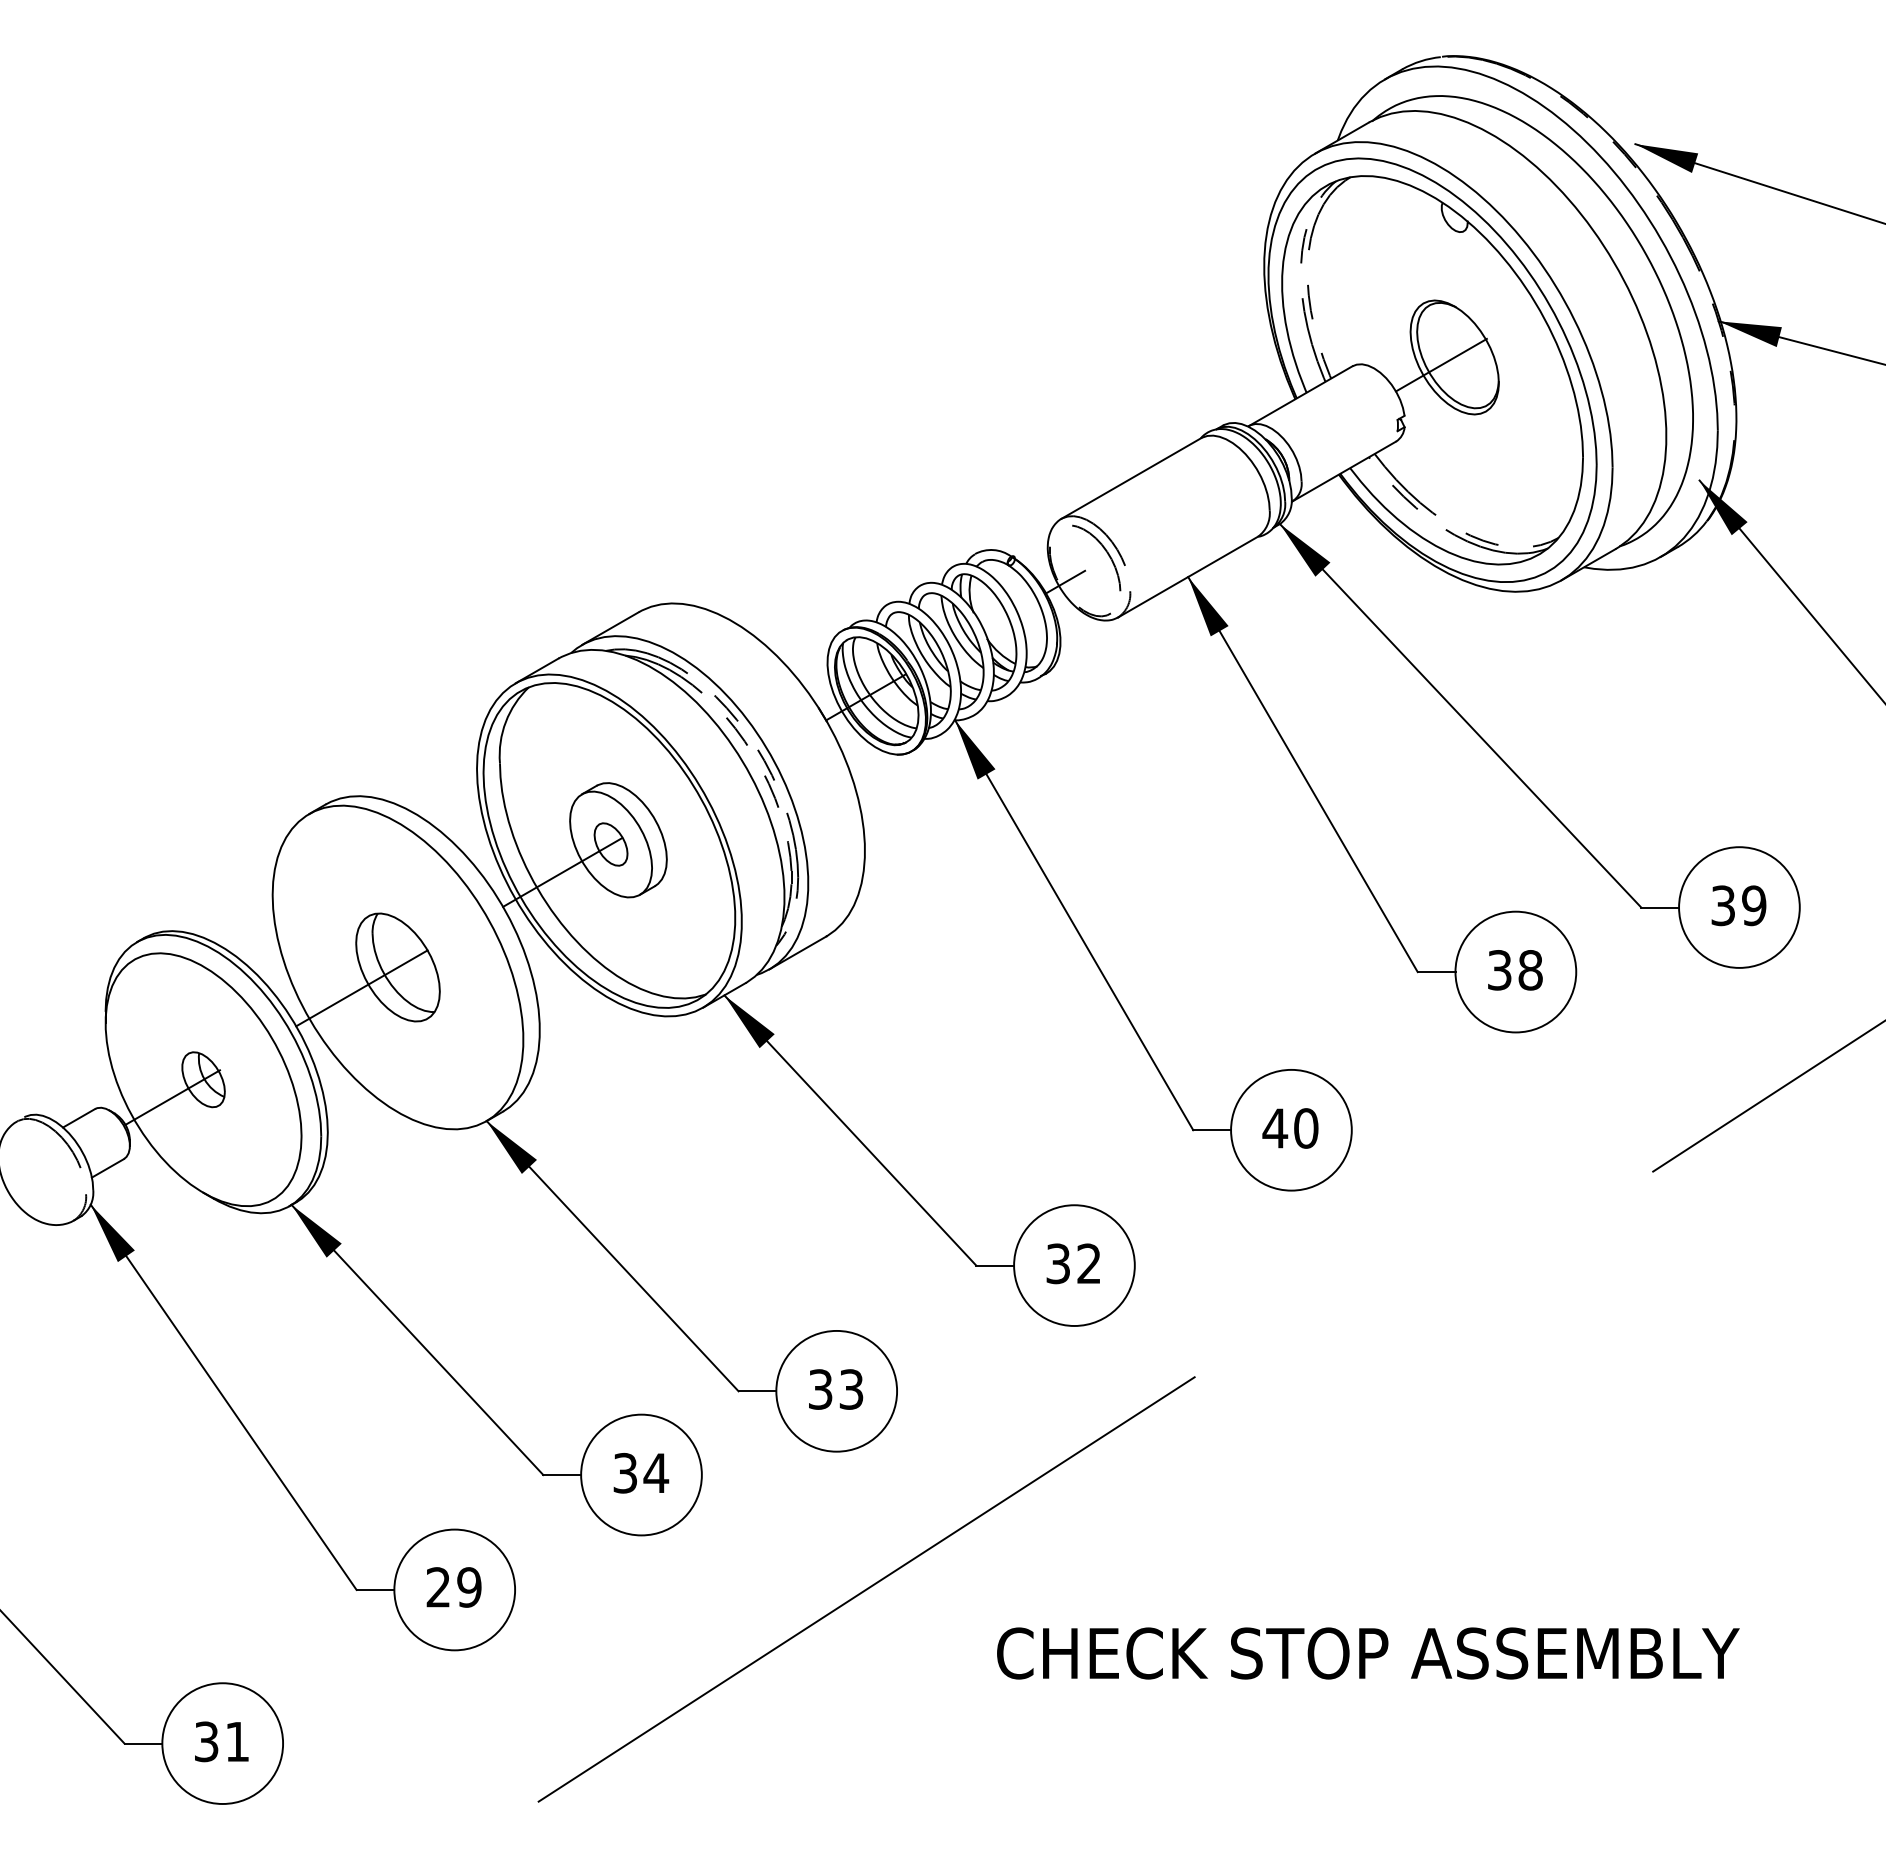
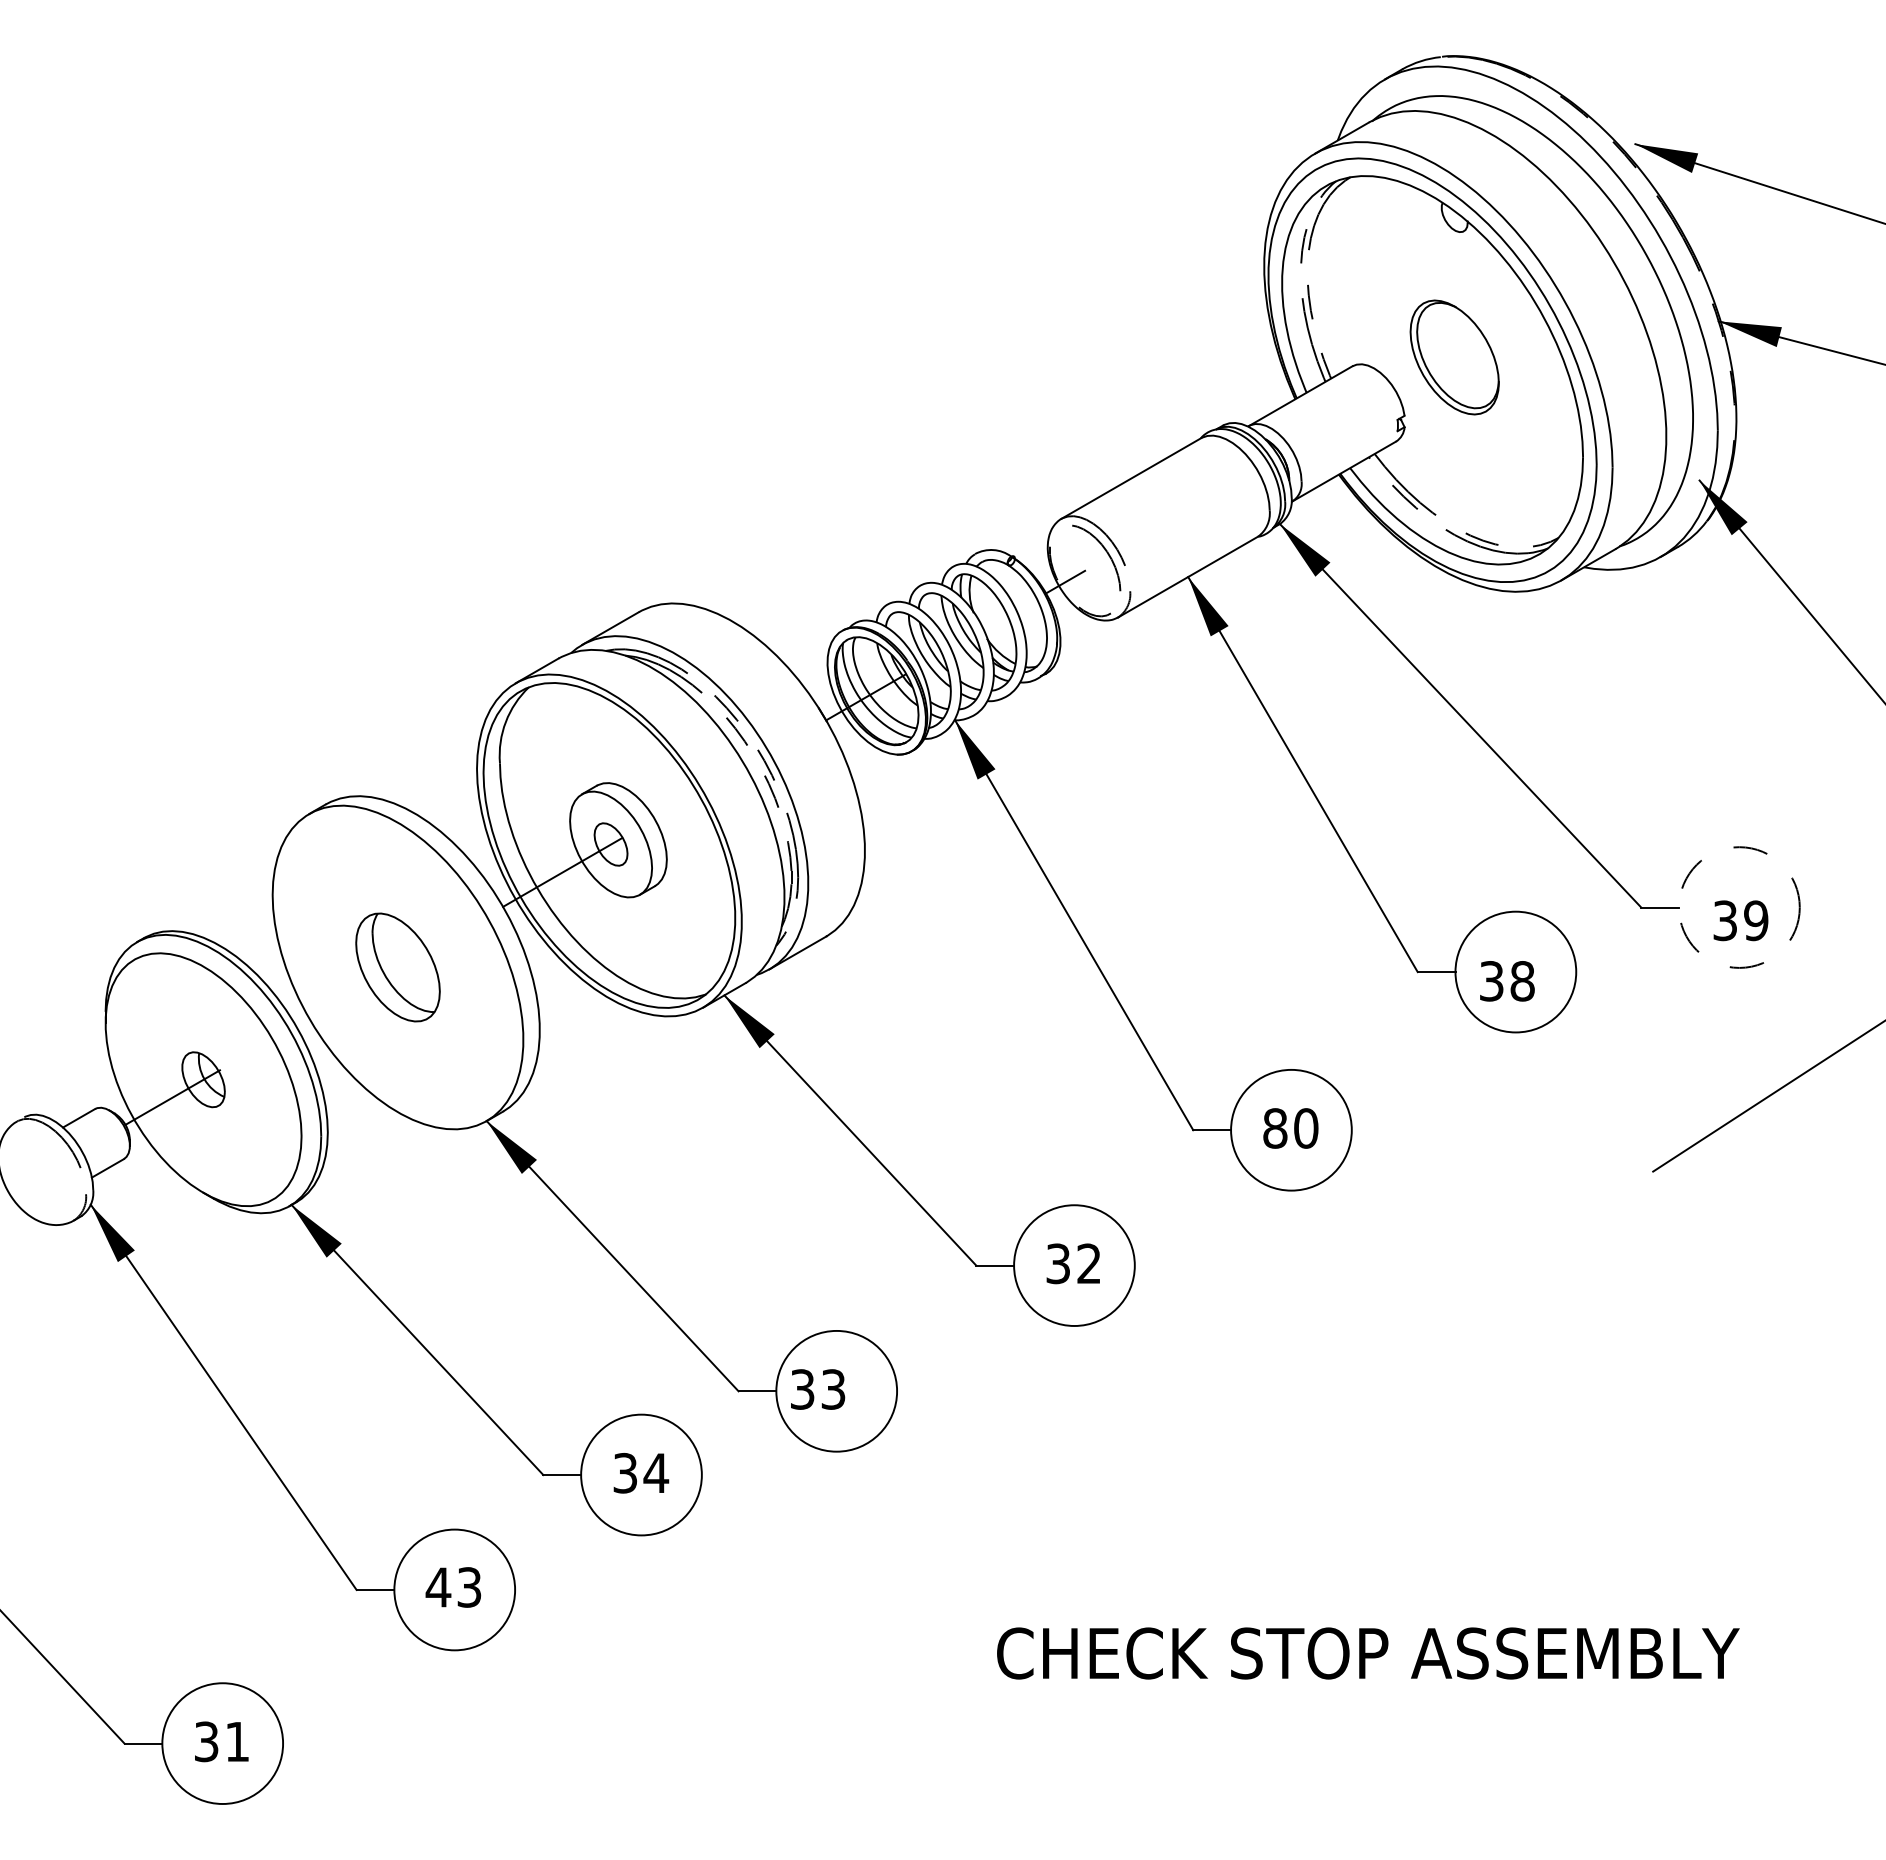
line at (1440, 364): present -> none
text at (1738, 905) position: (1738, 905) -> (1740, 920)
circle at (1739, 907): solid -> dashed
text at (1515, 970) position: (1515, 970) -> (1507, 981)
line at (361, 988): present -> none
text at (1275, 1128): 40 -> 80
text at (836, 1389) position: (836, 1389) -> (818, 1389)
text at (453, 1587): 29 -> 43
line at (866, 1589): present -> none
